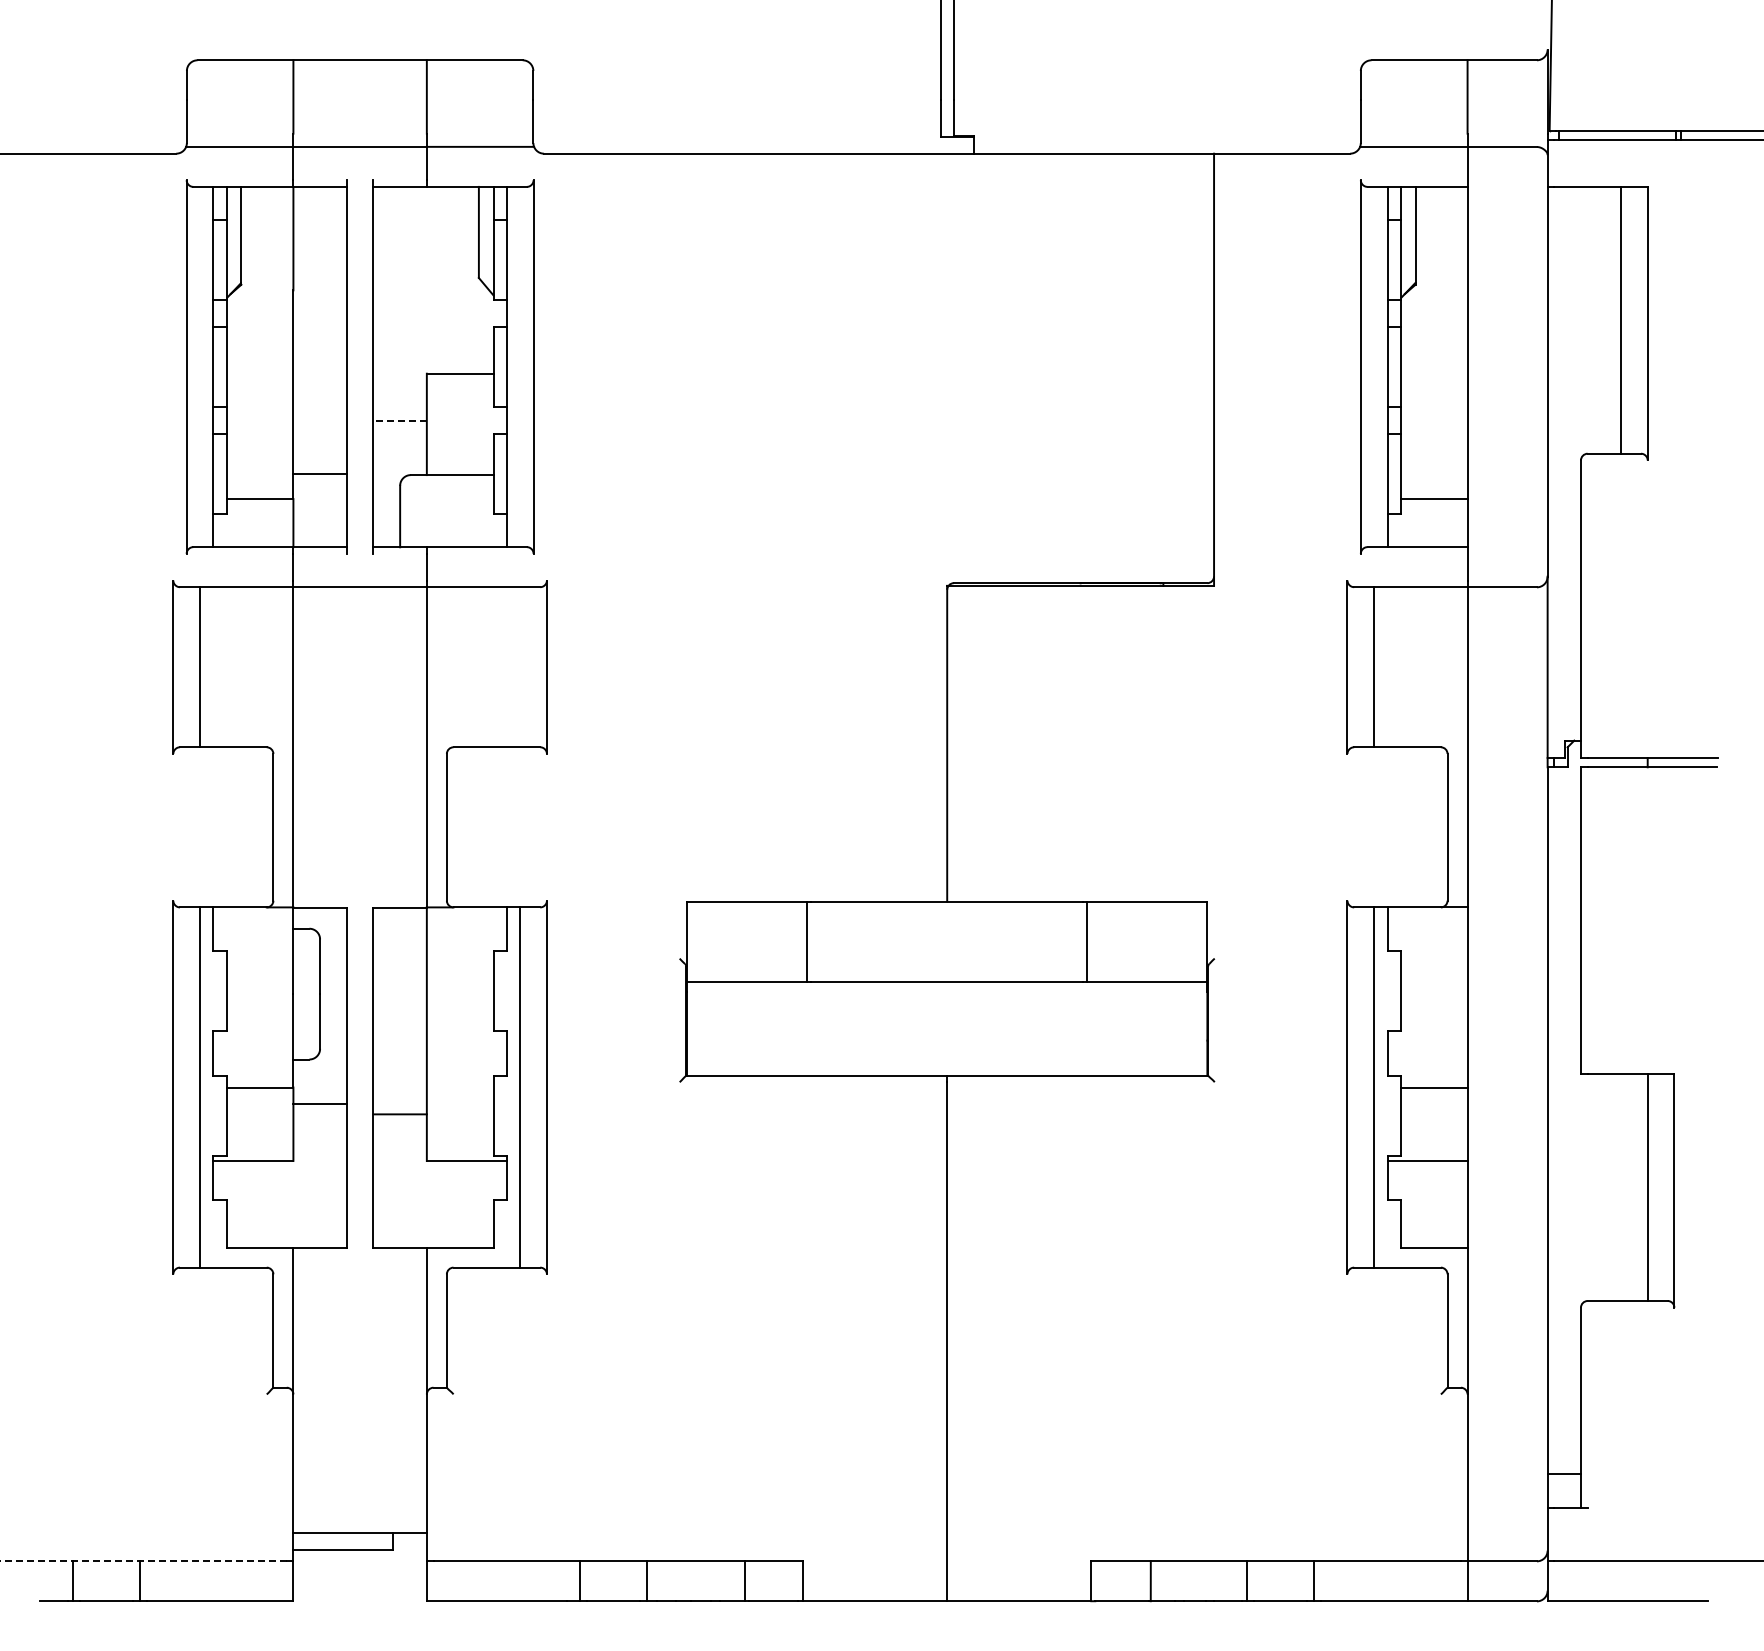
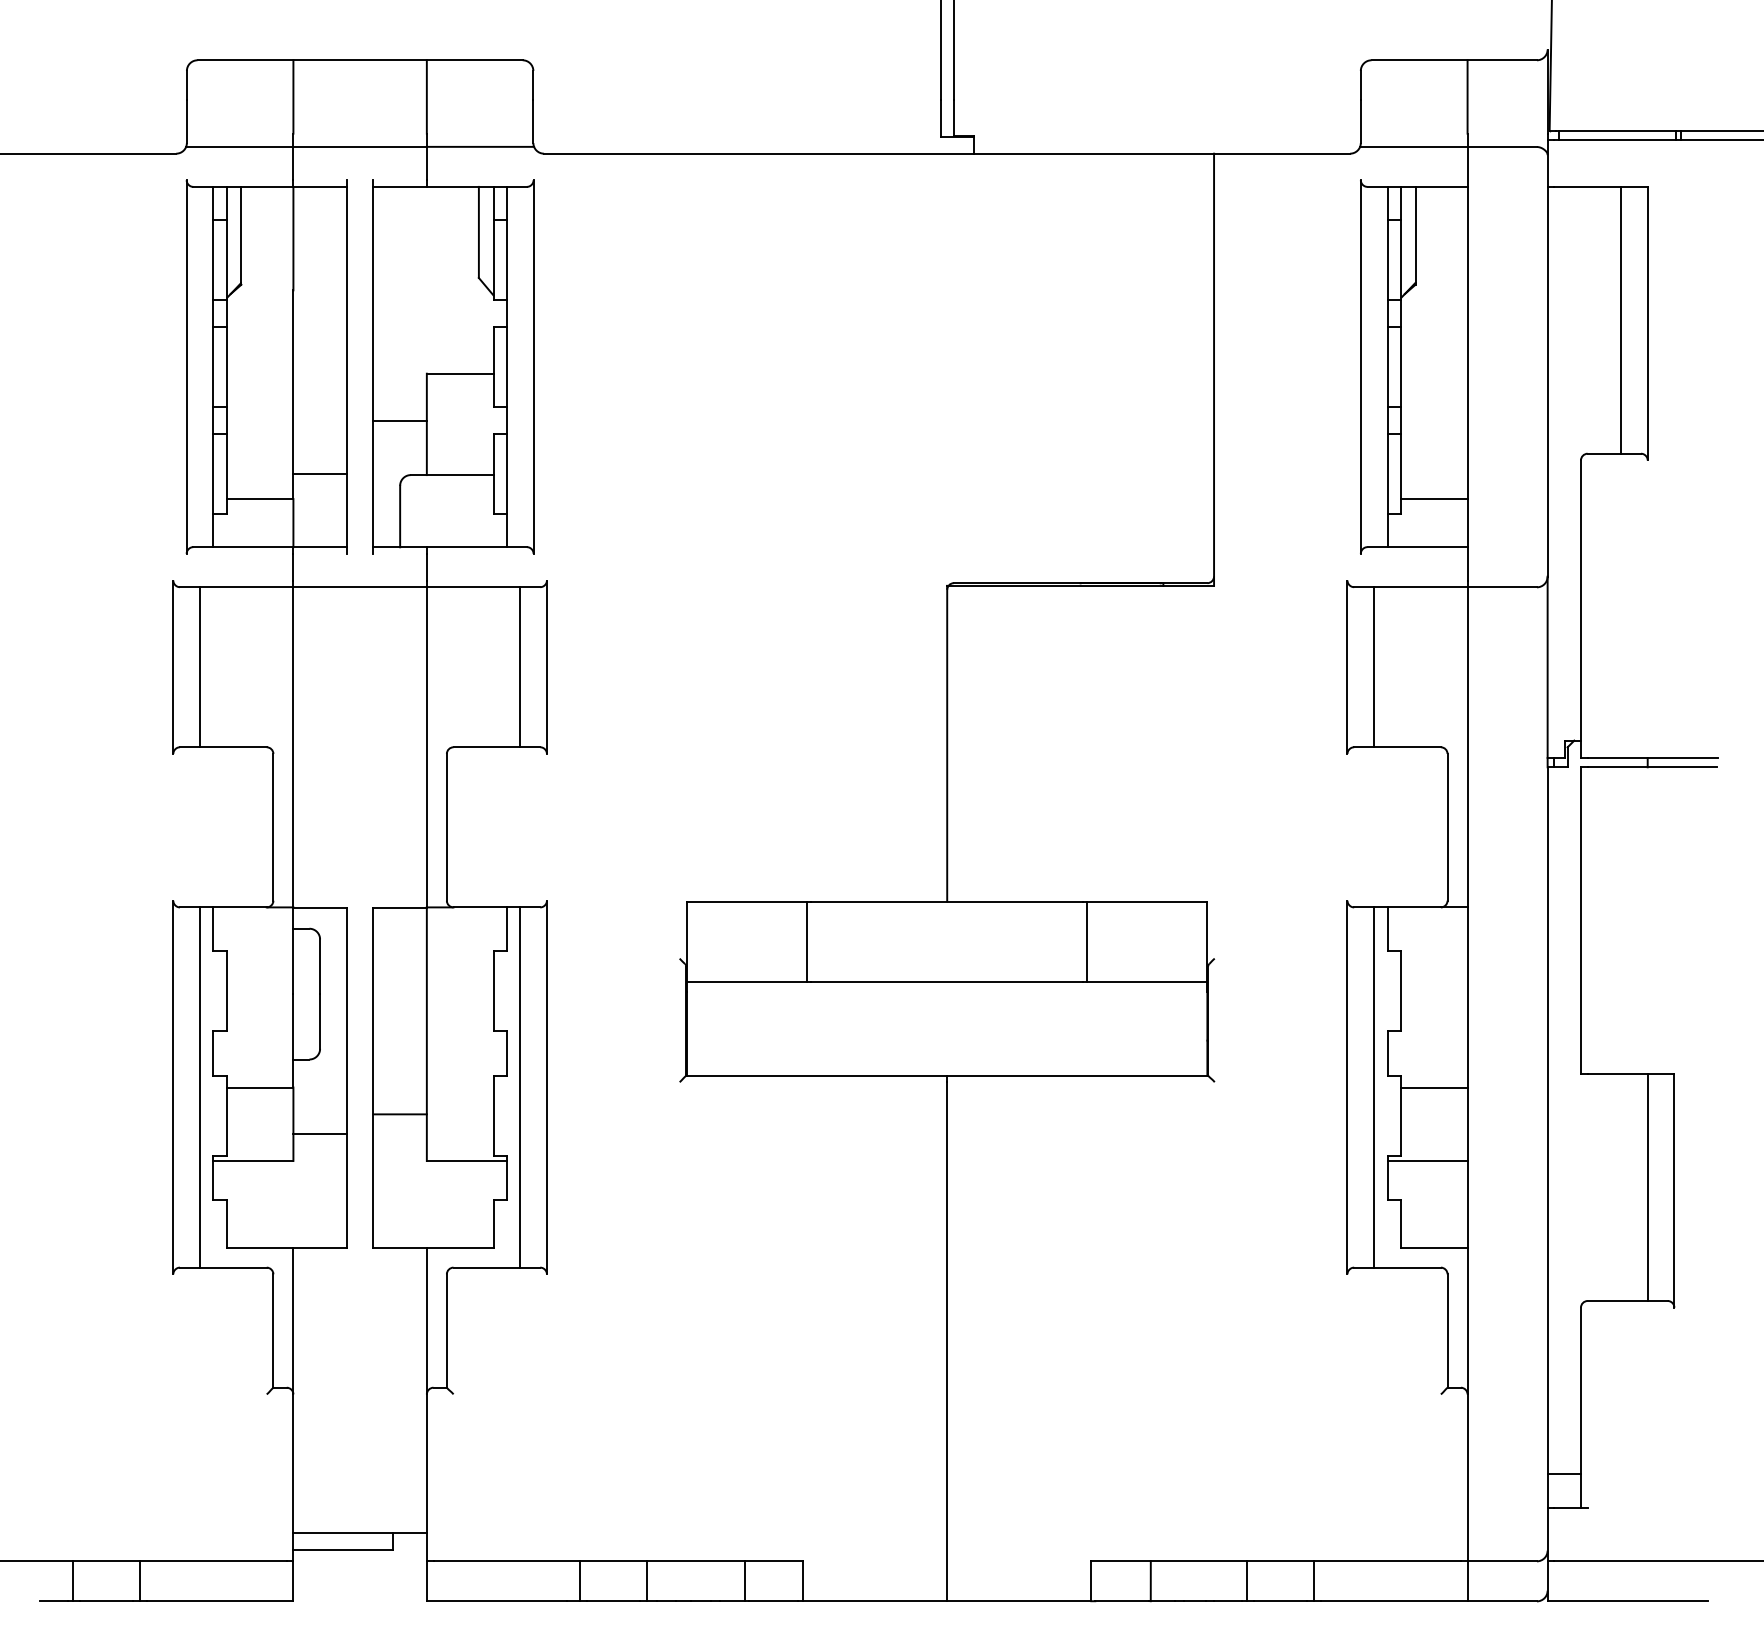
line at (400, 420): dashed -> solid
line at (520, 667): none -> present
line at (319, 1104) position: (319, 1104) -> (319, 1134)
line at (143, 1561): dashed -> solid
